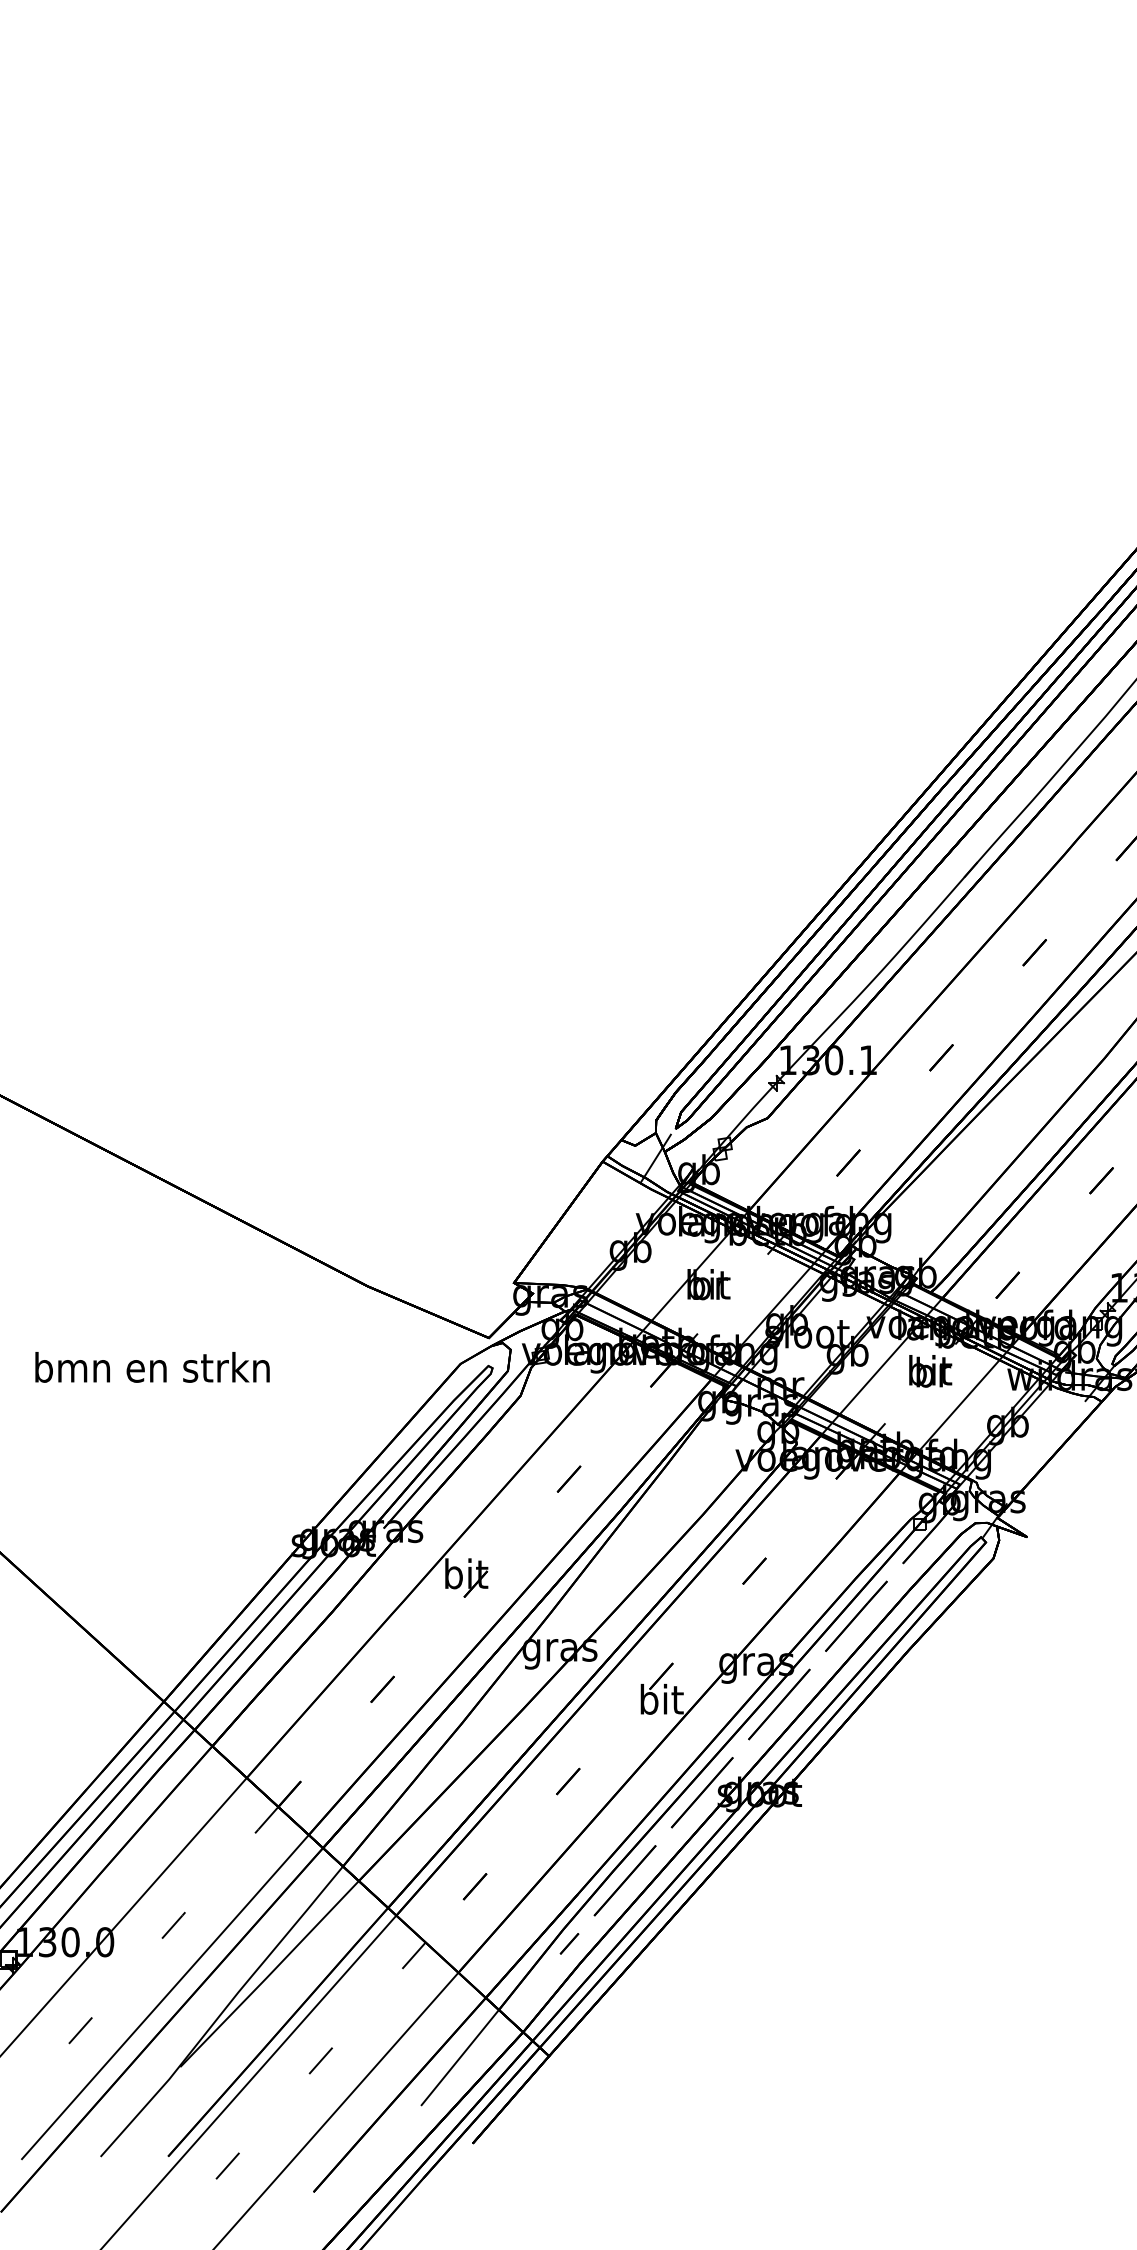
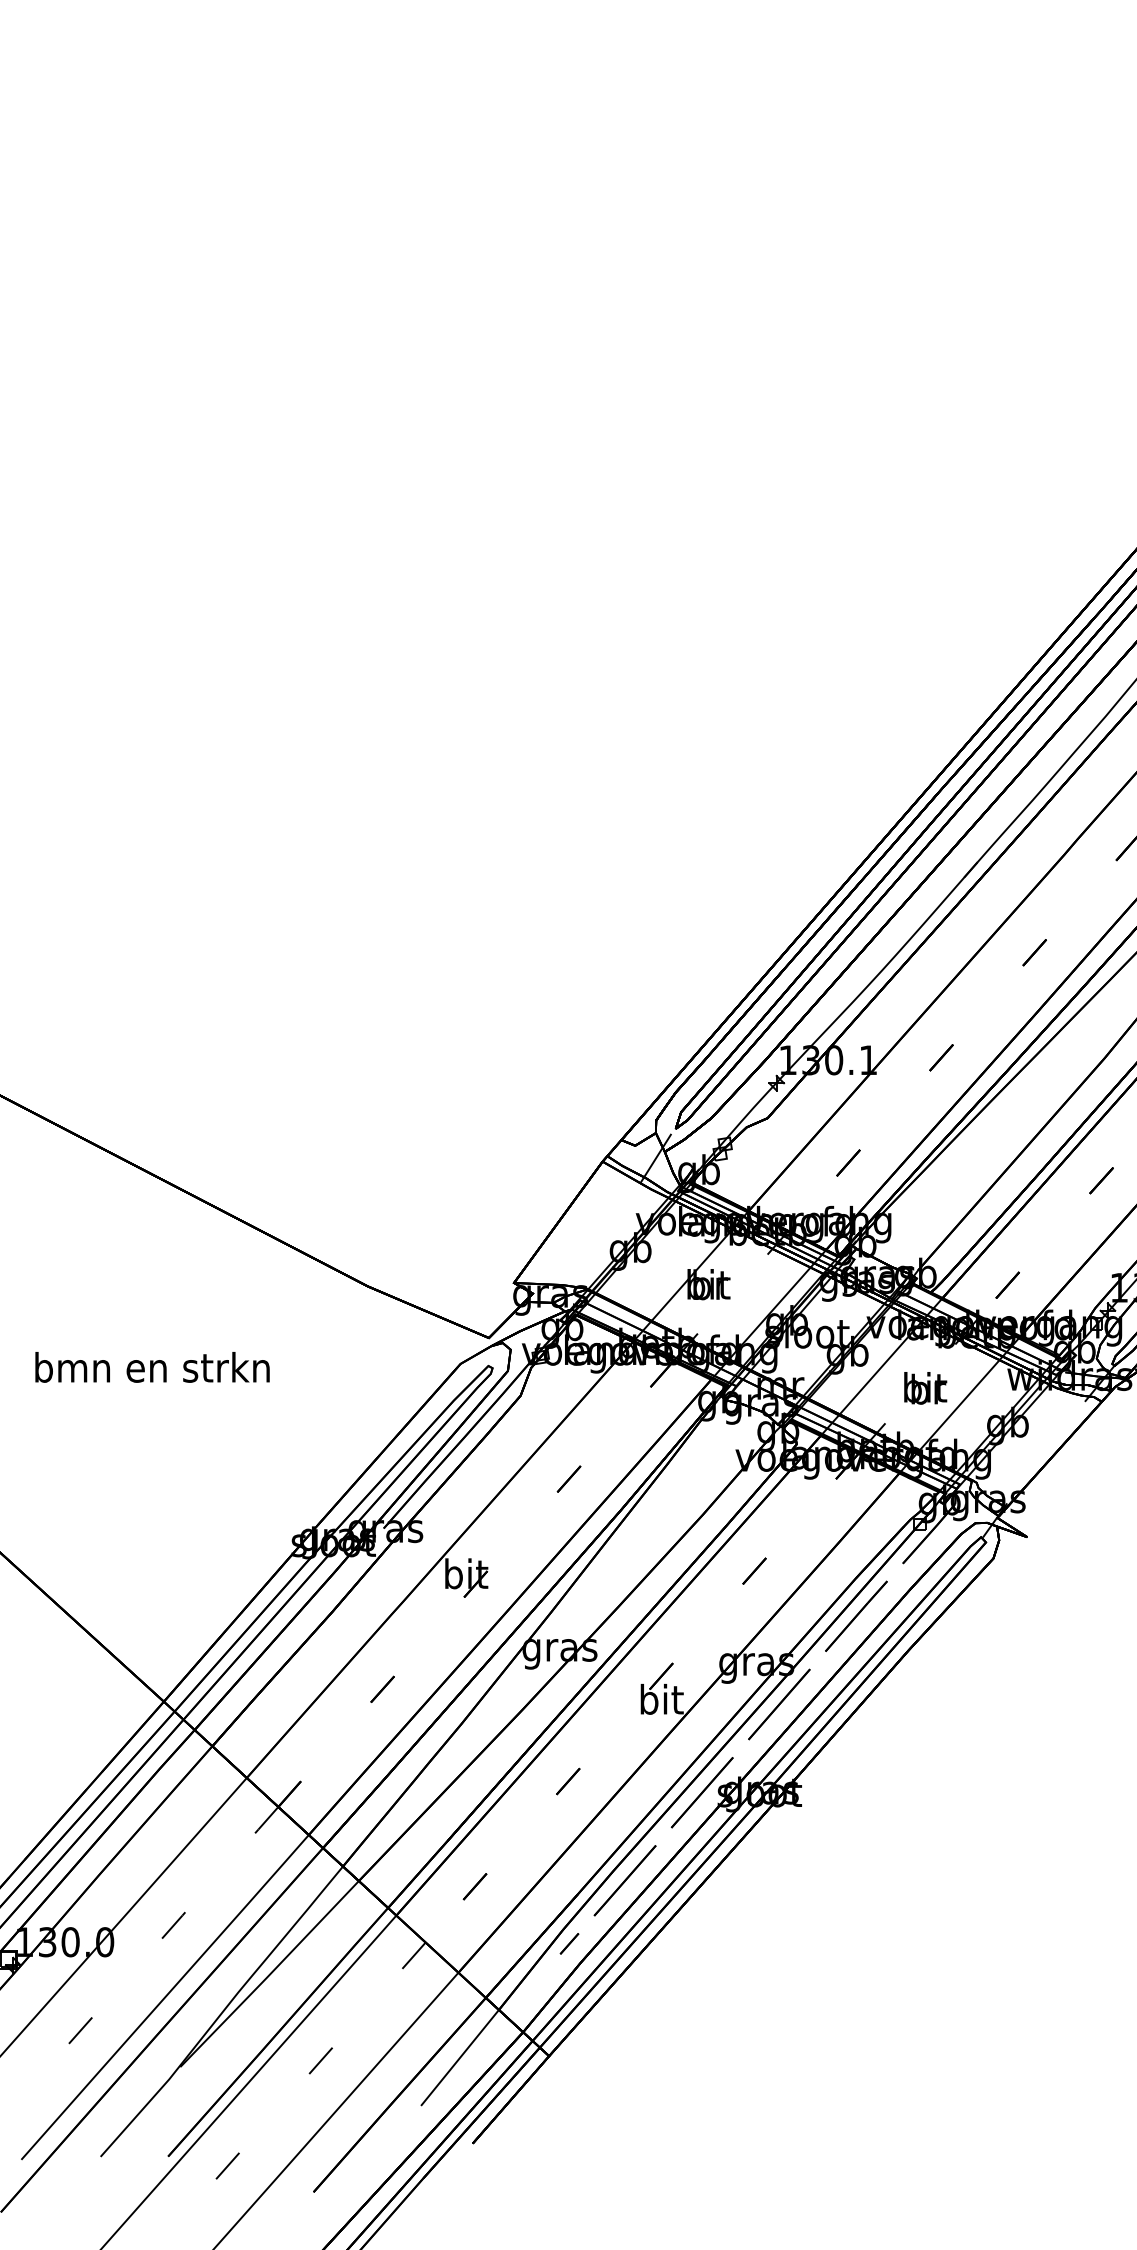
text at (930, 1371) position: (930, 1371) -> (925, 1388)
